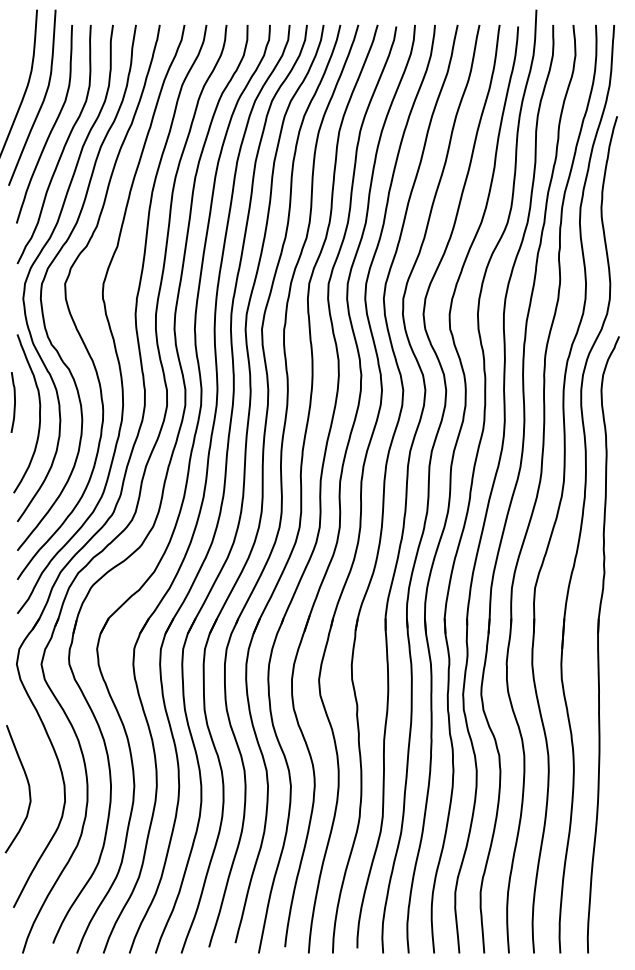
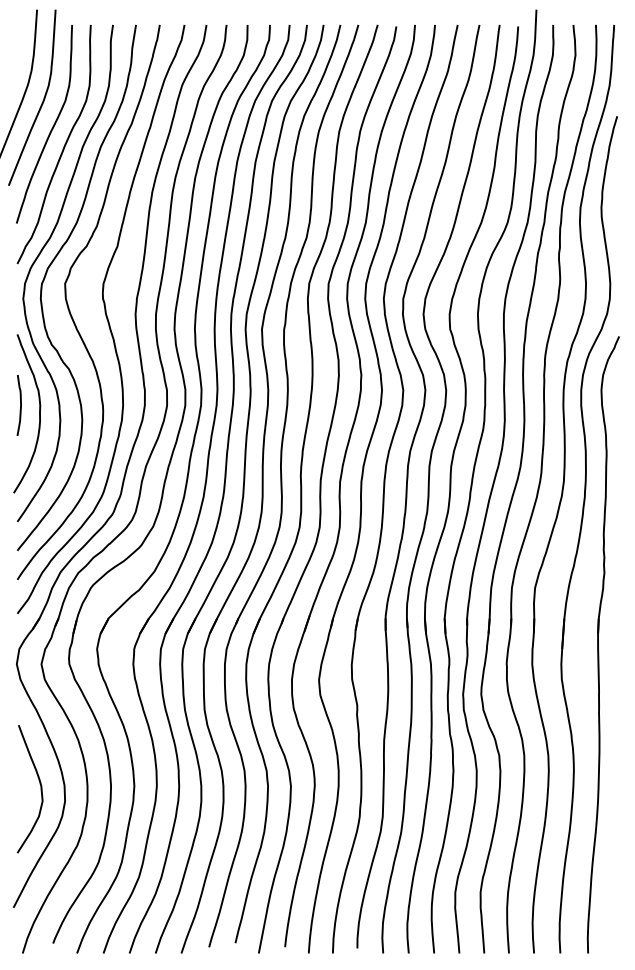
curve at (14, 402) position: (14, 402) -> (20, 405)
curve at (28, 789) position: (28, 789) -> (40, 789)
